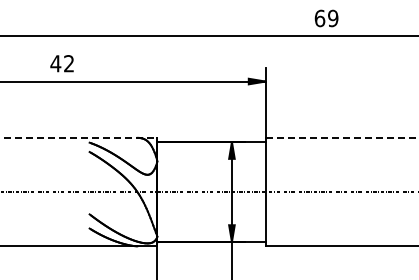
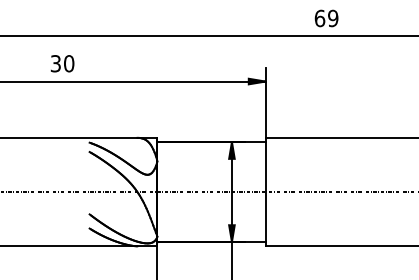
text at (62, 63): 42 -> 30
line at (79, 137): dashed -> solid
line at (342, 137): dashed -> solid
